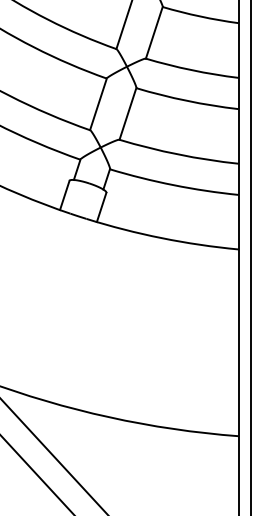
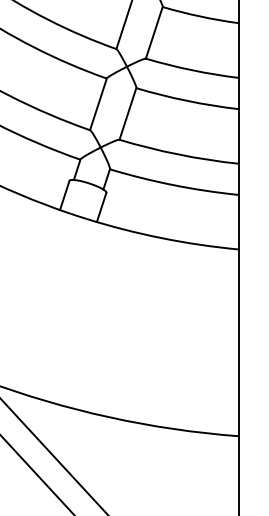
line at (251, 257): present -> none
